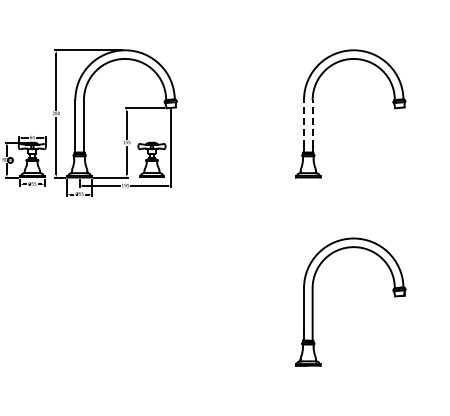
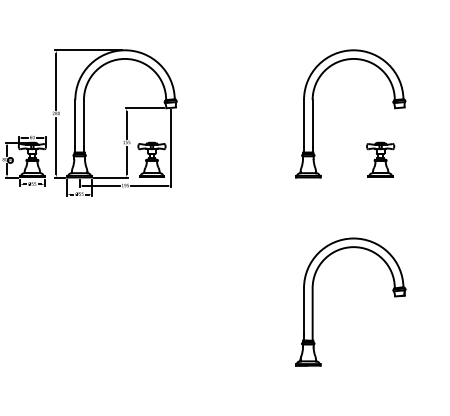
line at (304, 123): dashed -> solid
line at (312, 123): dashed -> solid
part at (380, 159): none -> present
